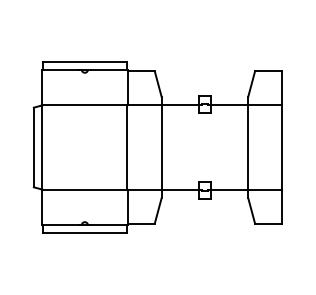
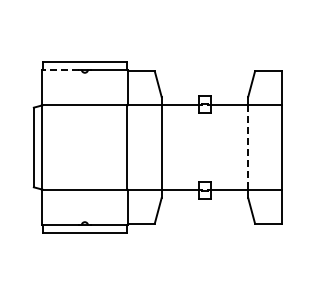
line at (60, 70): solid -> dashed
line at (247, 147): solid -> dashed
